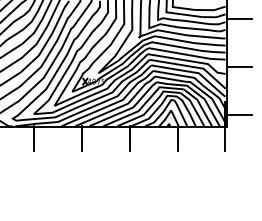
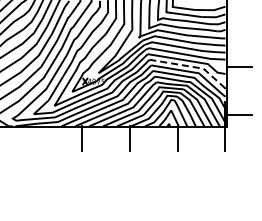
line at (239, 19): present -> none
line at (190, 66): solid -> dashed
line at (33, 138): present -> none
